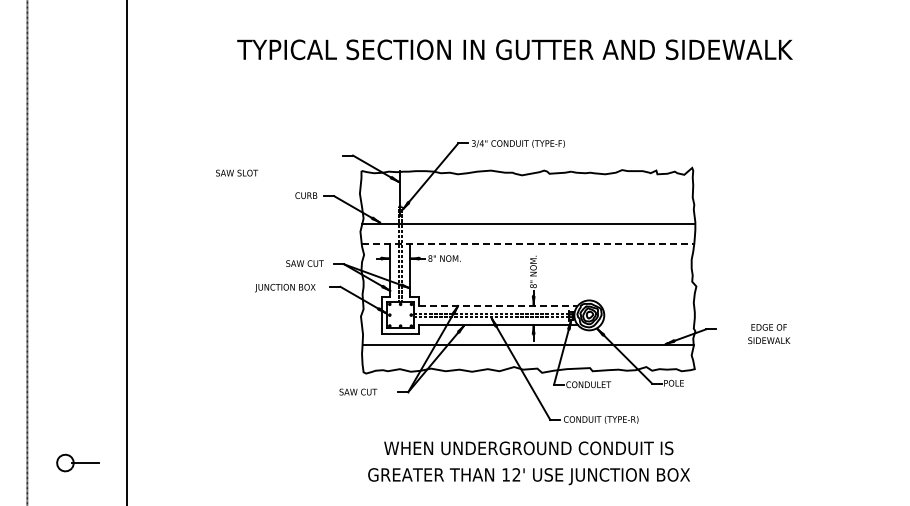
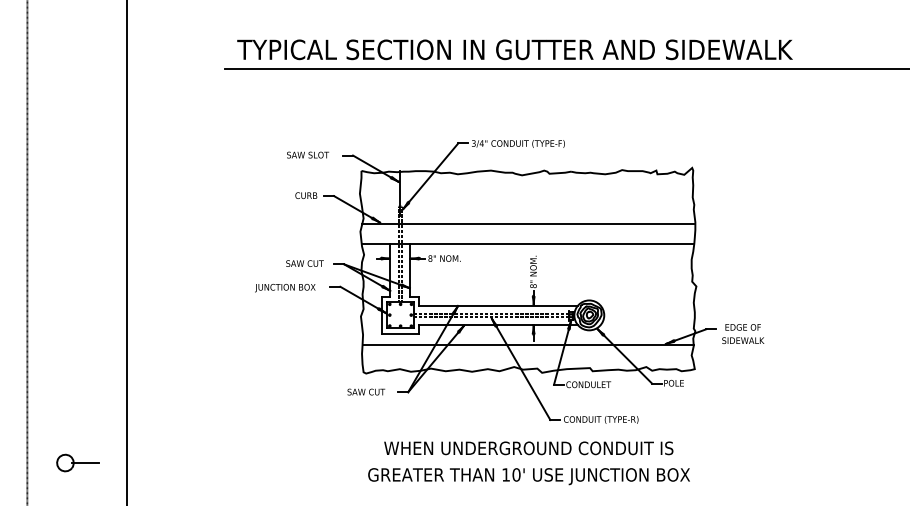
line at (565, 68): none -> present
text at (237, 172) position: (237, 172) -> (308, 154)
line at (528, 244): dashed -> solid
line at (498, 305): dashed -> solid
text at (769, 333) position: (769, 333) -> (743, 333)
text at (358, 391) position: (358, 391) -> (366, 391)
text at (516, 474): 12' -> 10'
